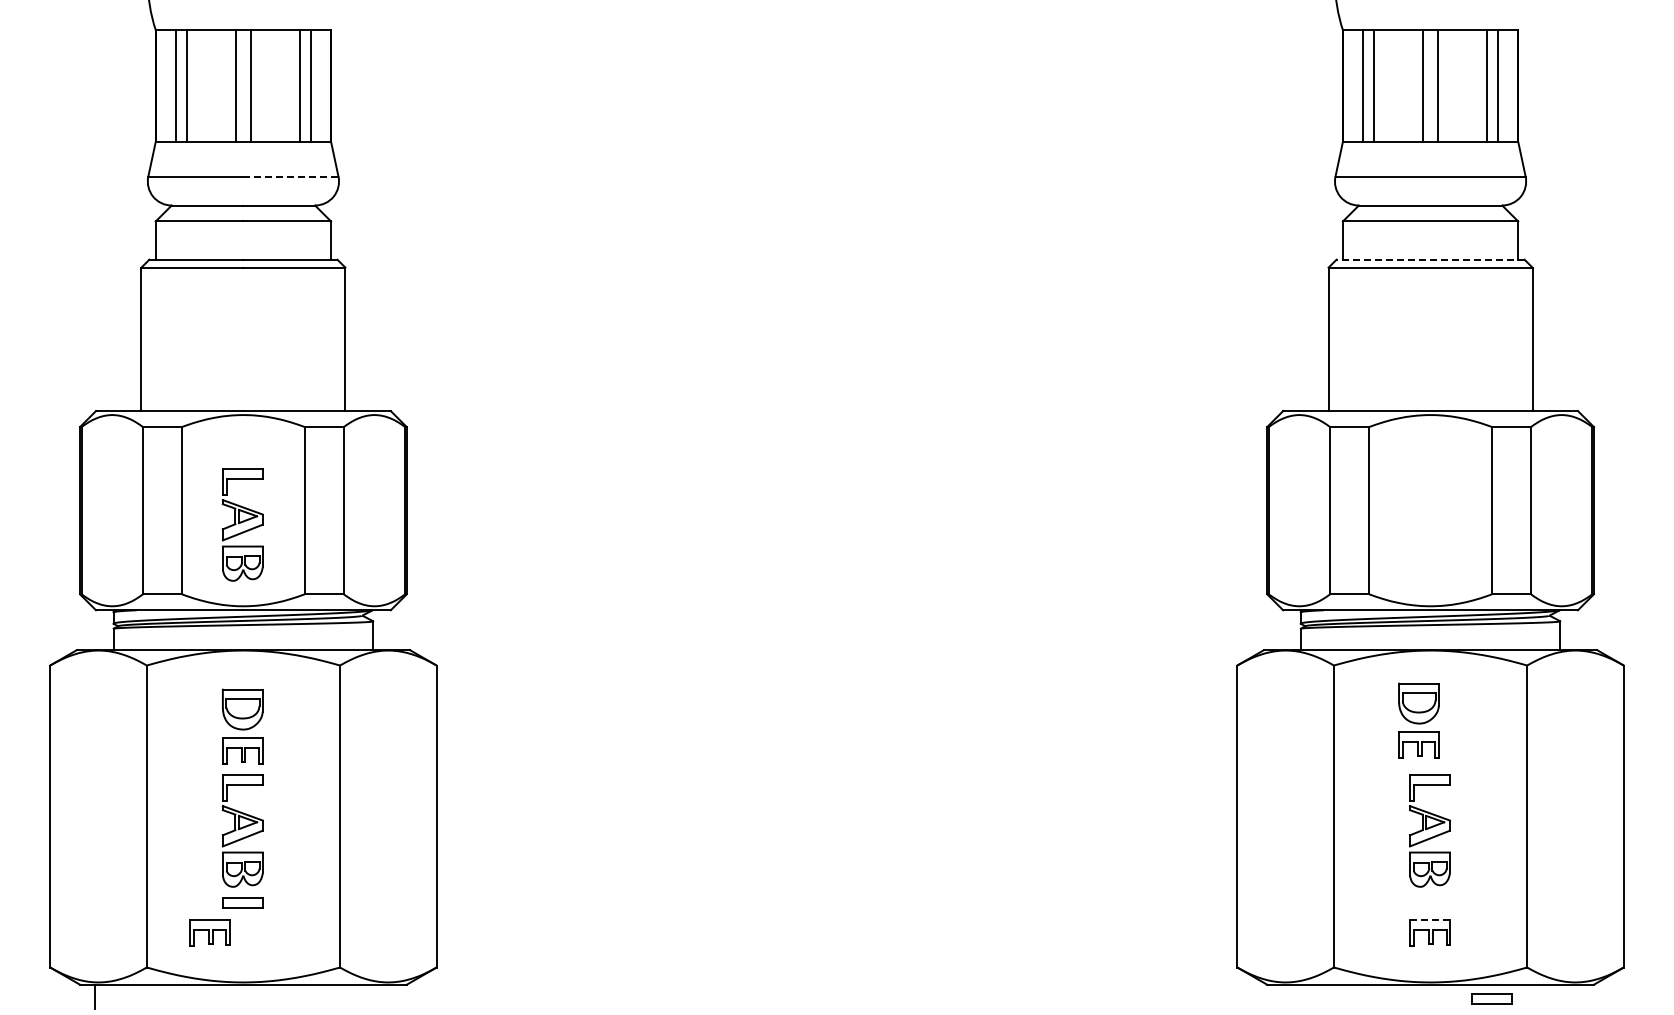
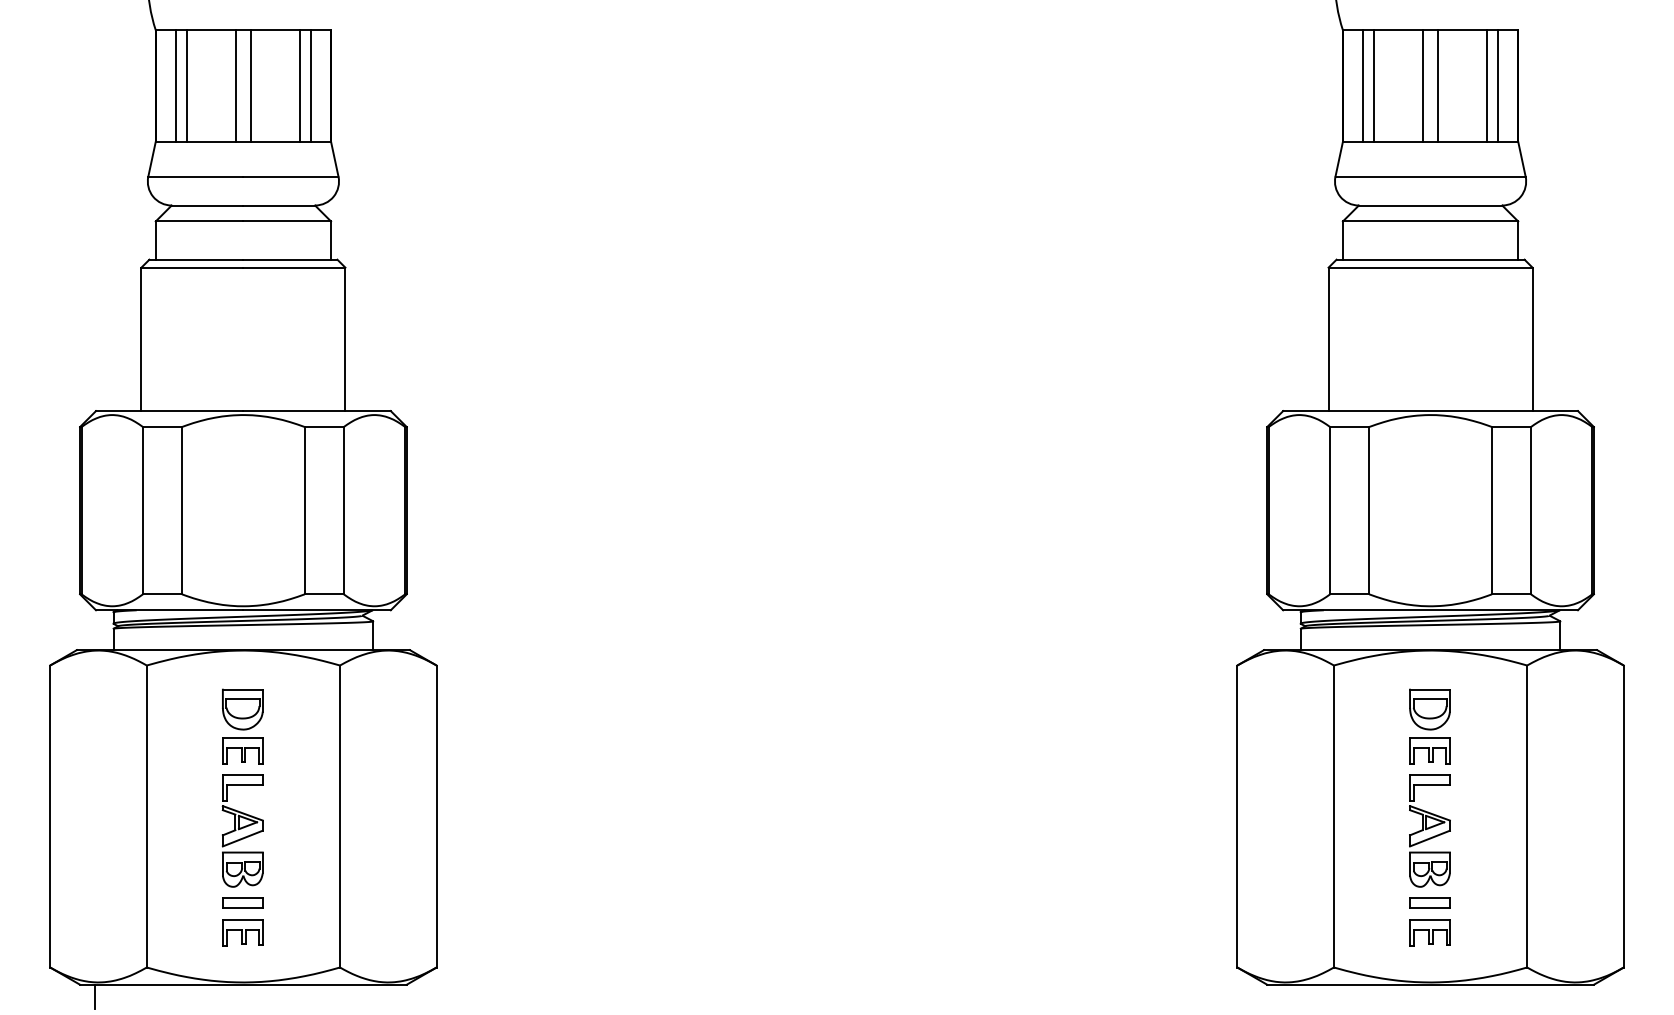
line at (290, 176): dashed -> solid
line at (1430, 259): dashed -> solid
part at (242, 524): present -> none
part at (1418, 720) position: (1418, 720) -> (1429, 726)
line at (1430, 920): dashed -> solid
part at (209, 932) position: (209, 932) -> (242, 932)
part at (1491, 998) position: (1491, 998) -> (1429, 902)
